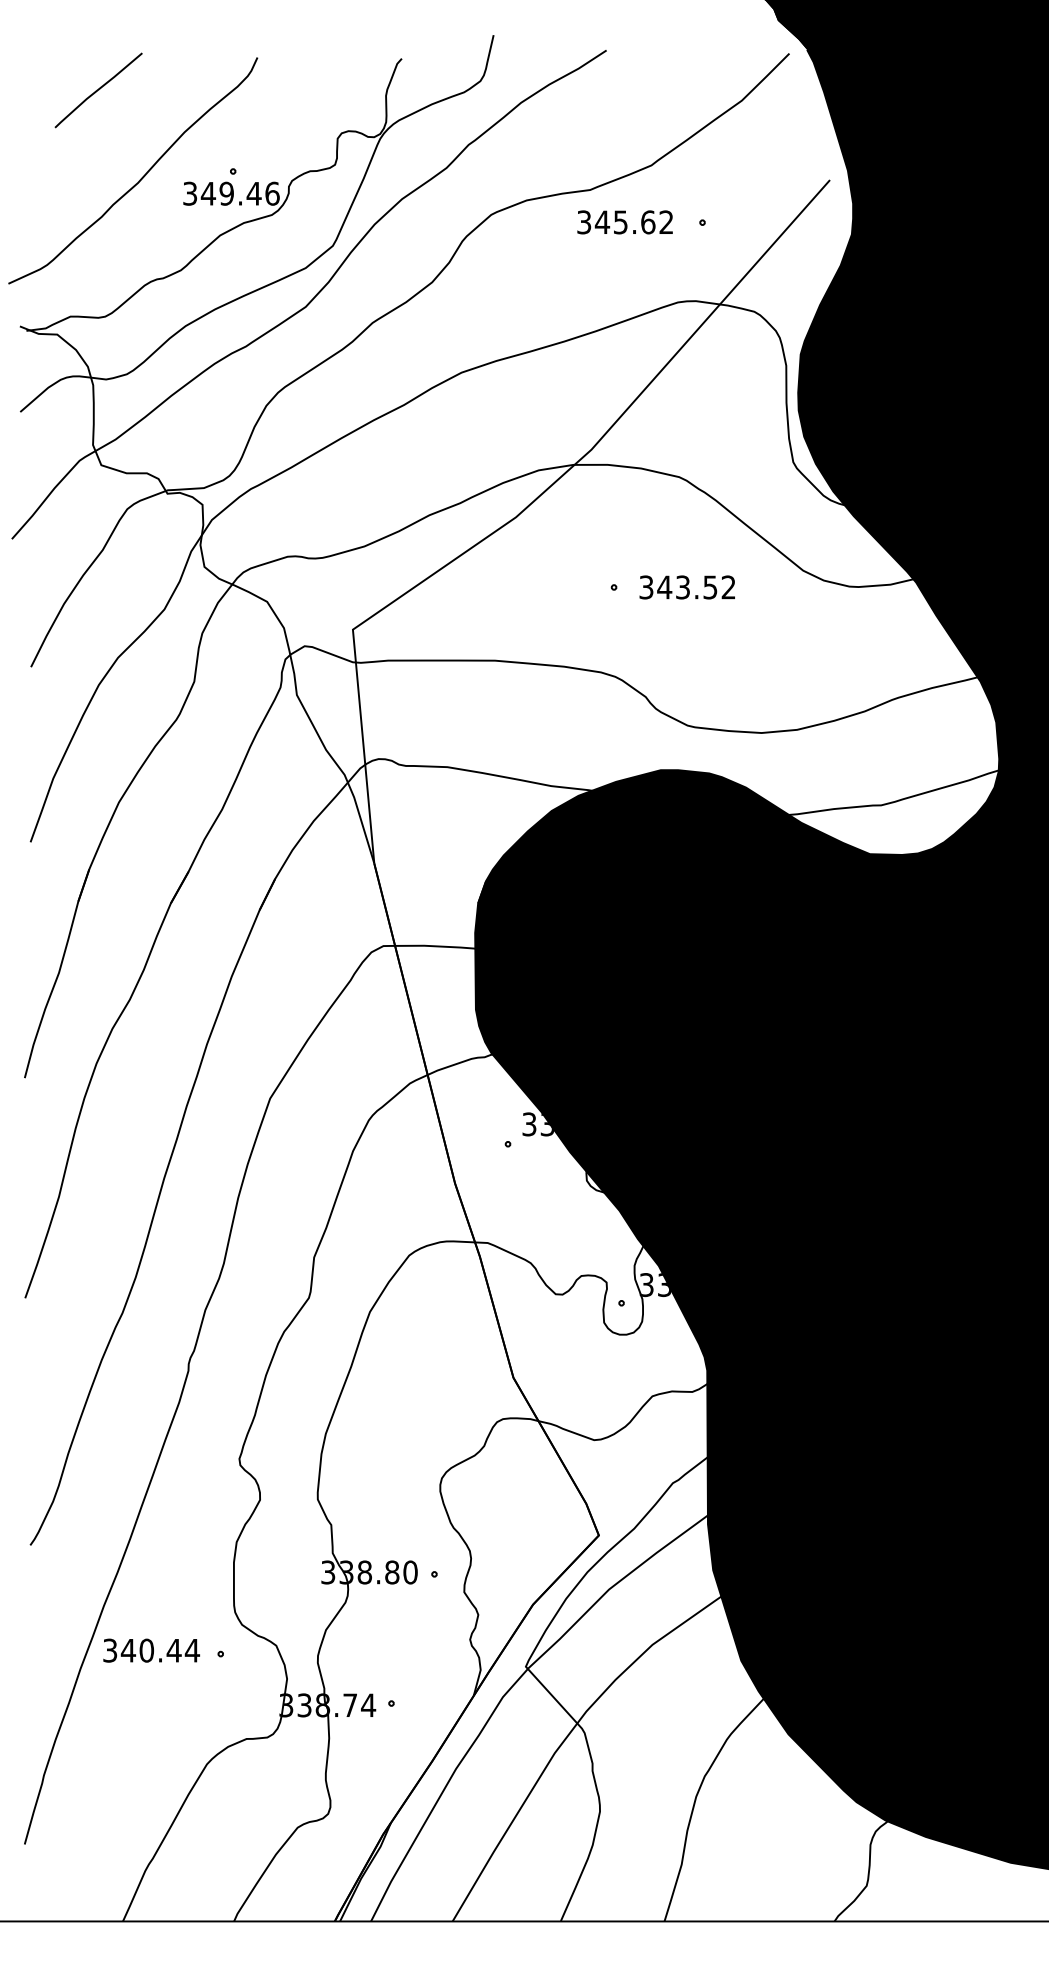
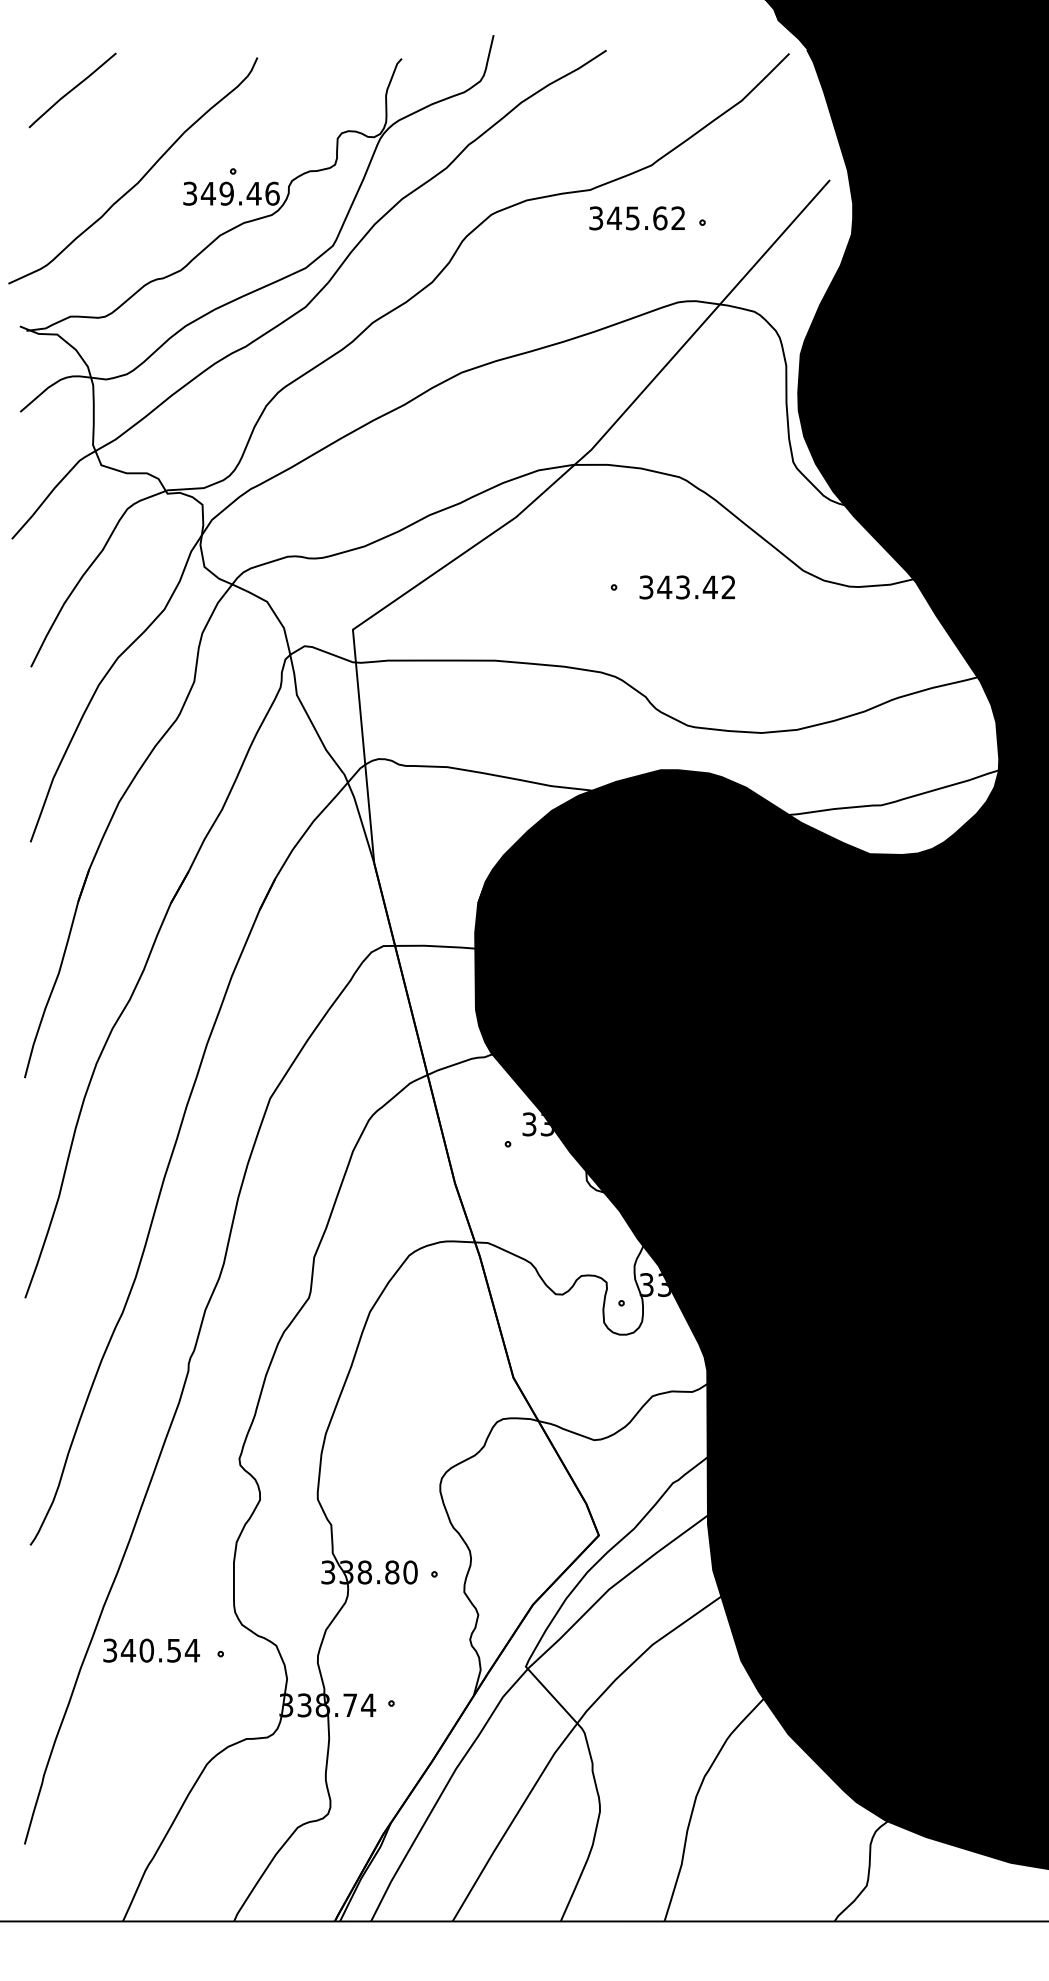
line at (98, 90) position: (98, 90) -> (72, 90)
text at (624, 222) position: (624, 222) -> (636, 218)
text at (709, 587): 343.52 -> 343.42
text at (173, 1650): 340.44 -> 340.54
